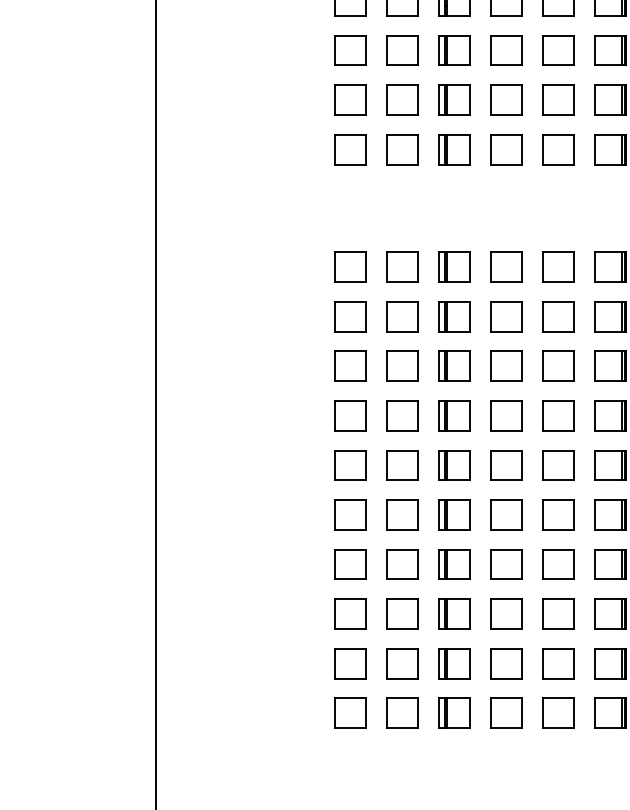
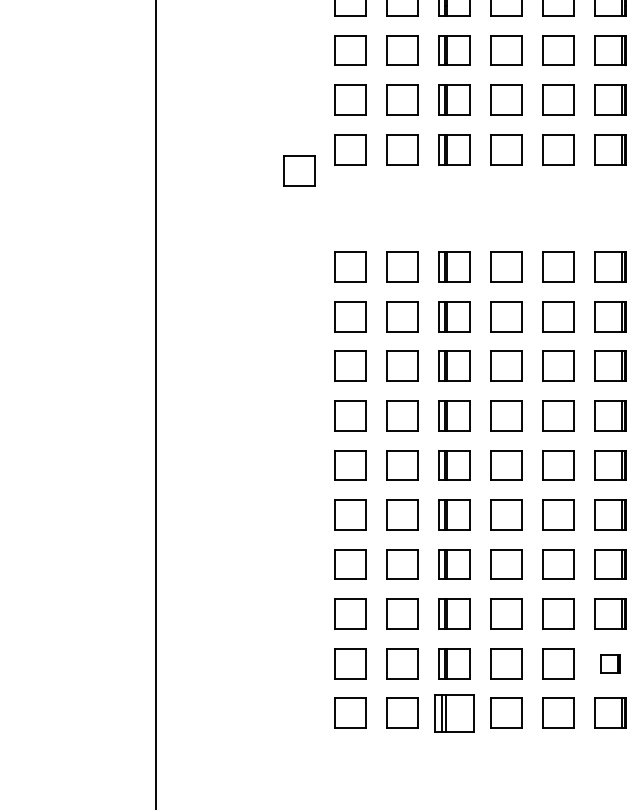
part at (299, 170): none -> present
part at (610, 663) size: 33x32 px -> 21x20 px
part at (454, 712) size: 33x32 px -> 41x39 px
